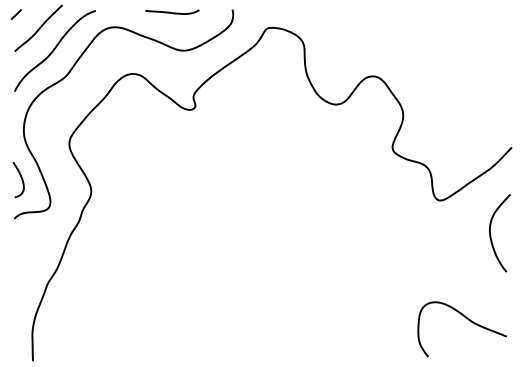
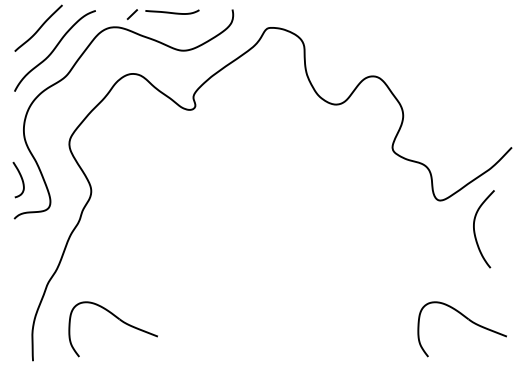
line at (15, 14) position: (15, 14) -> (131, 14)
curve at (491, 235) position: (491, 235) -> (475, 231)
part at (120, 321): none -> present
